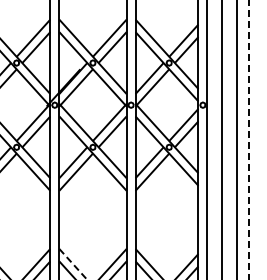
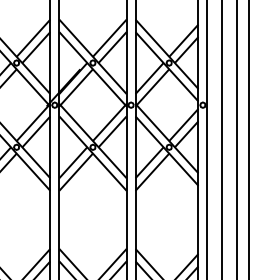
line at (249, 139): dashed -> solid
line at (73, 264): dashed -> solid
